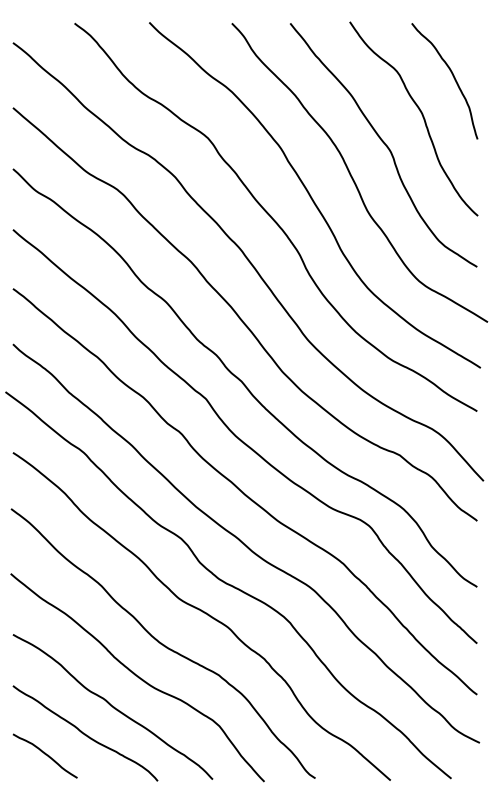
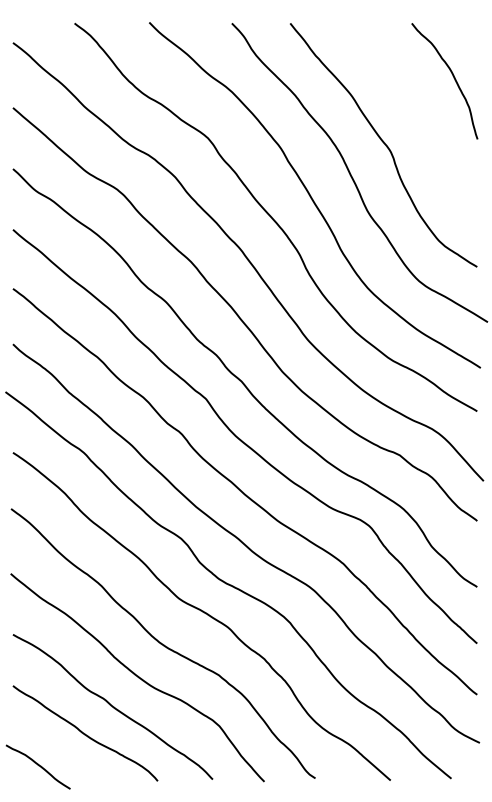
curve at (421, 115): present -> none
curve at (44, 754) position: (44, 754) -> (37, 765)
